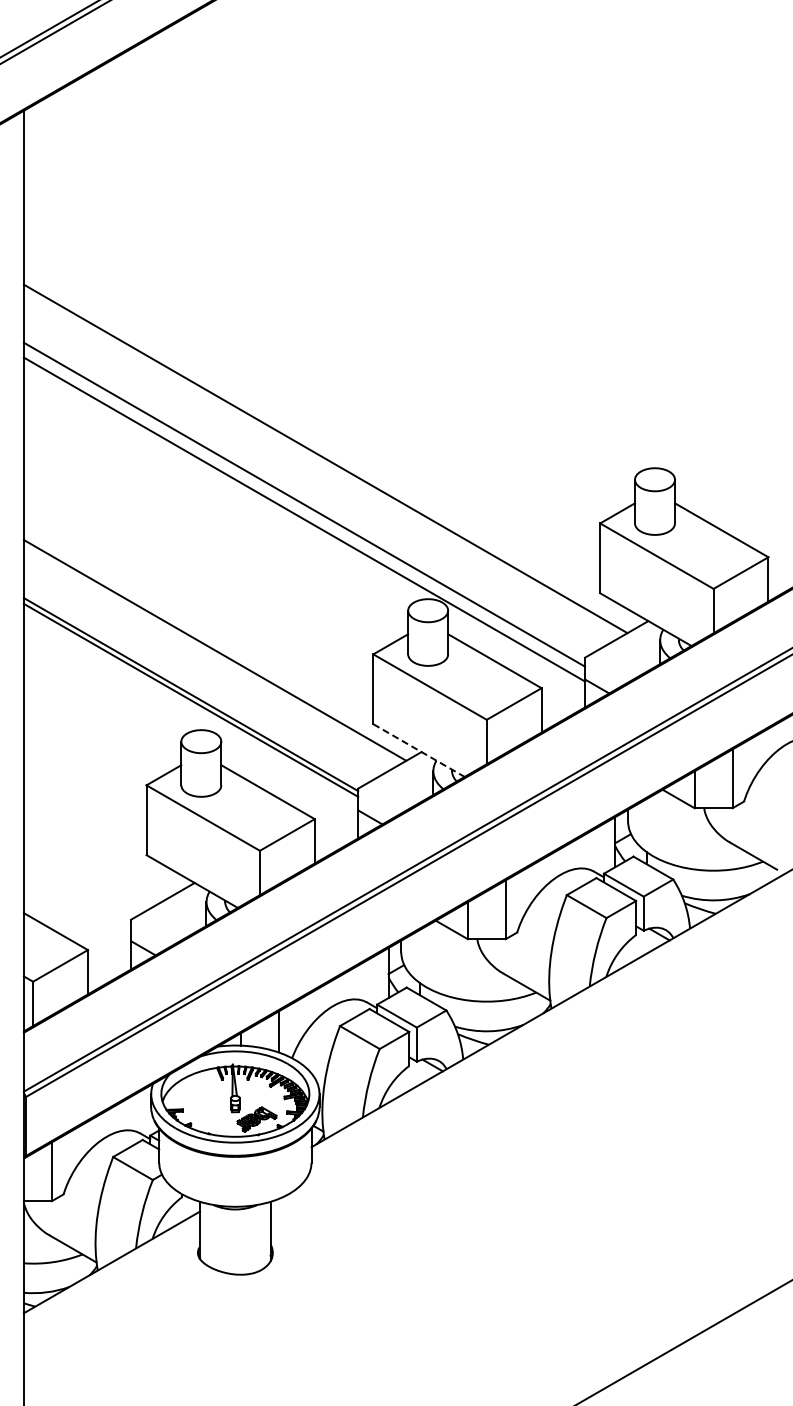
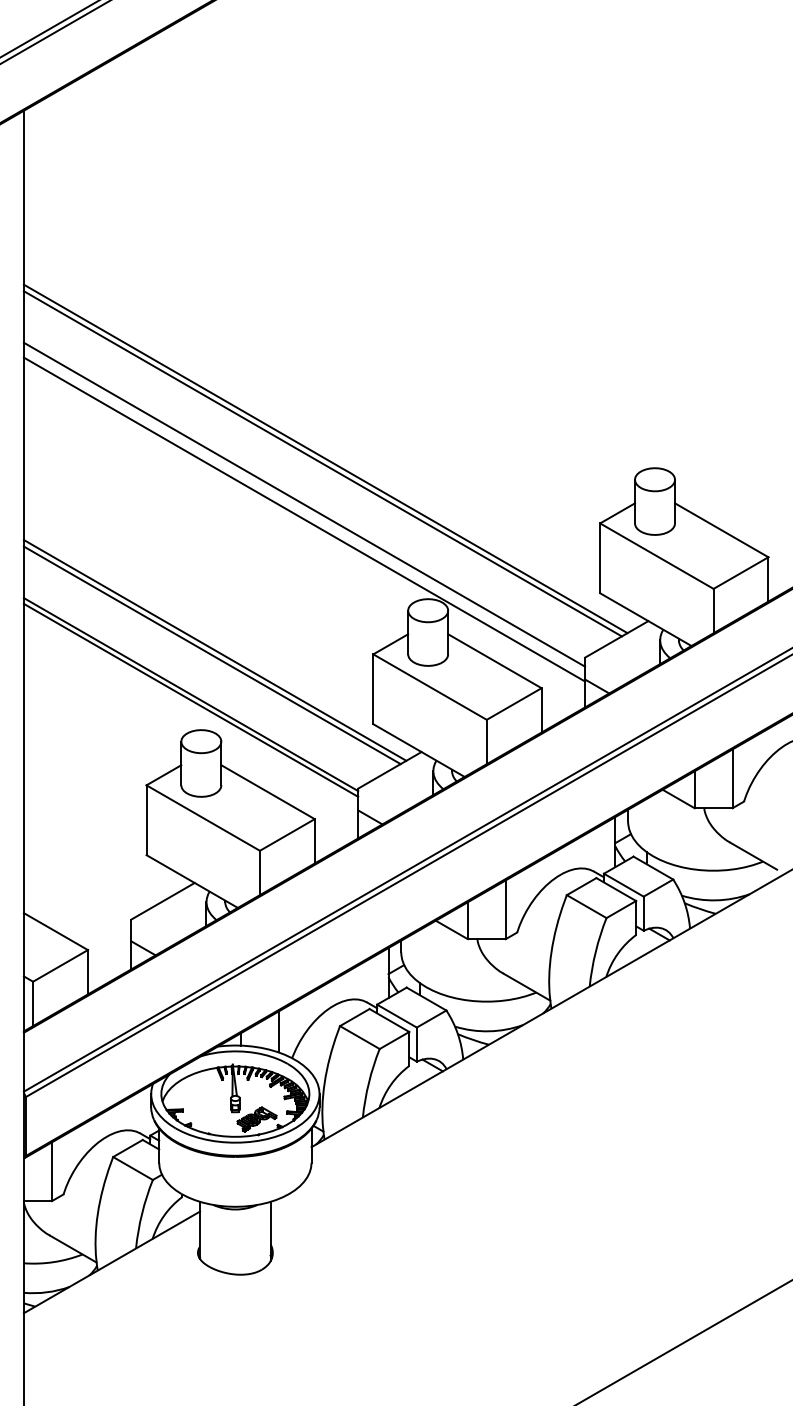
line at (322, 463): none -> present
line at (211, 655): none -> present
line at (419, 750): dashed -> solid
